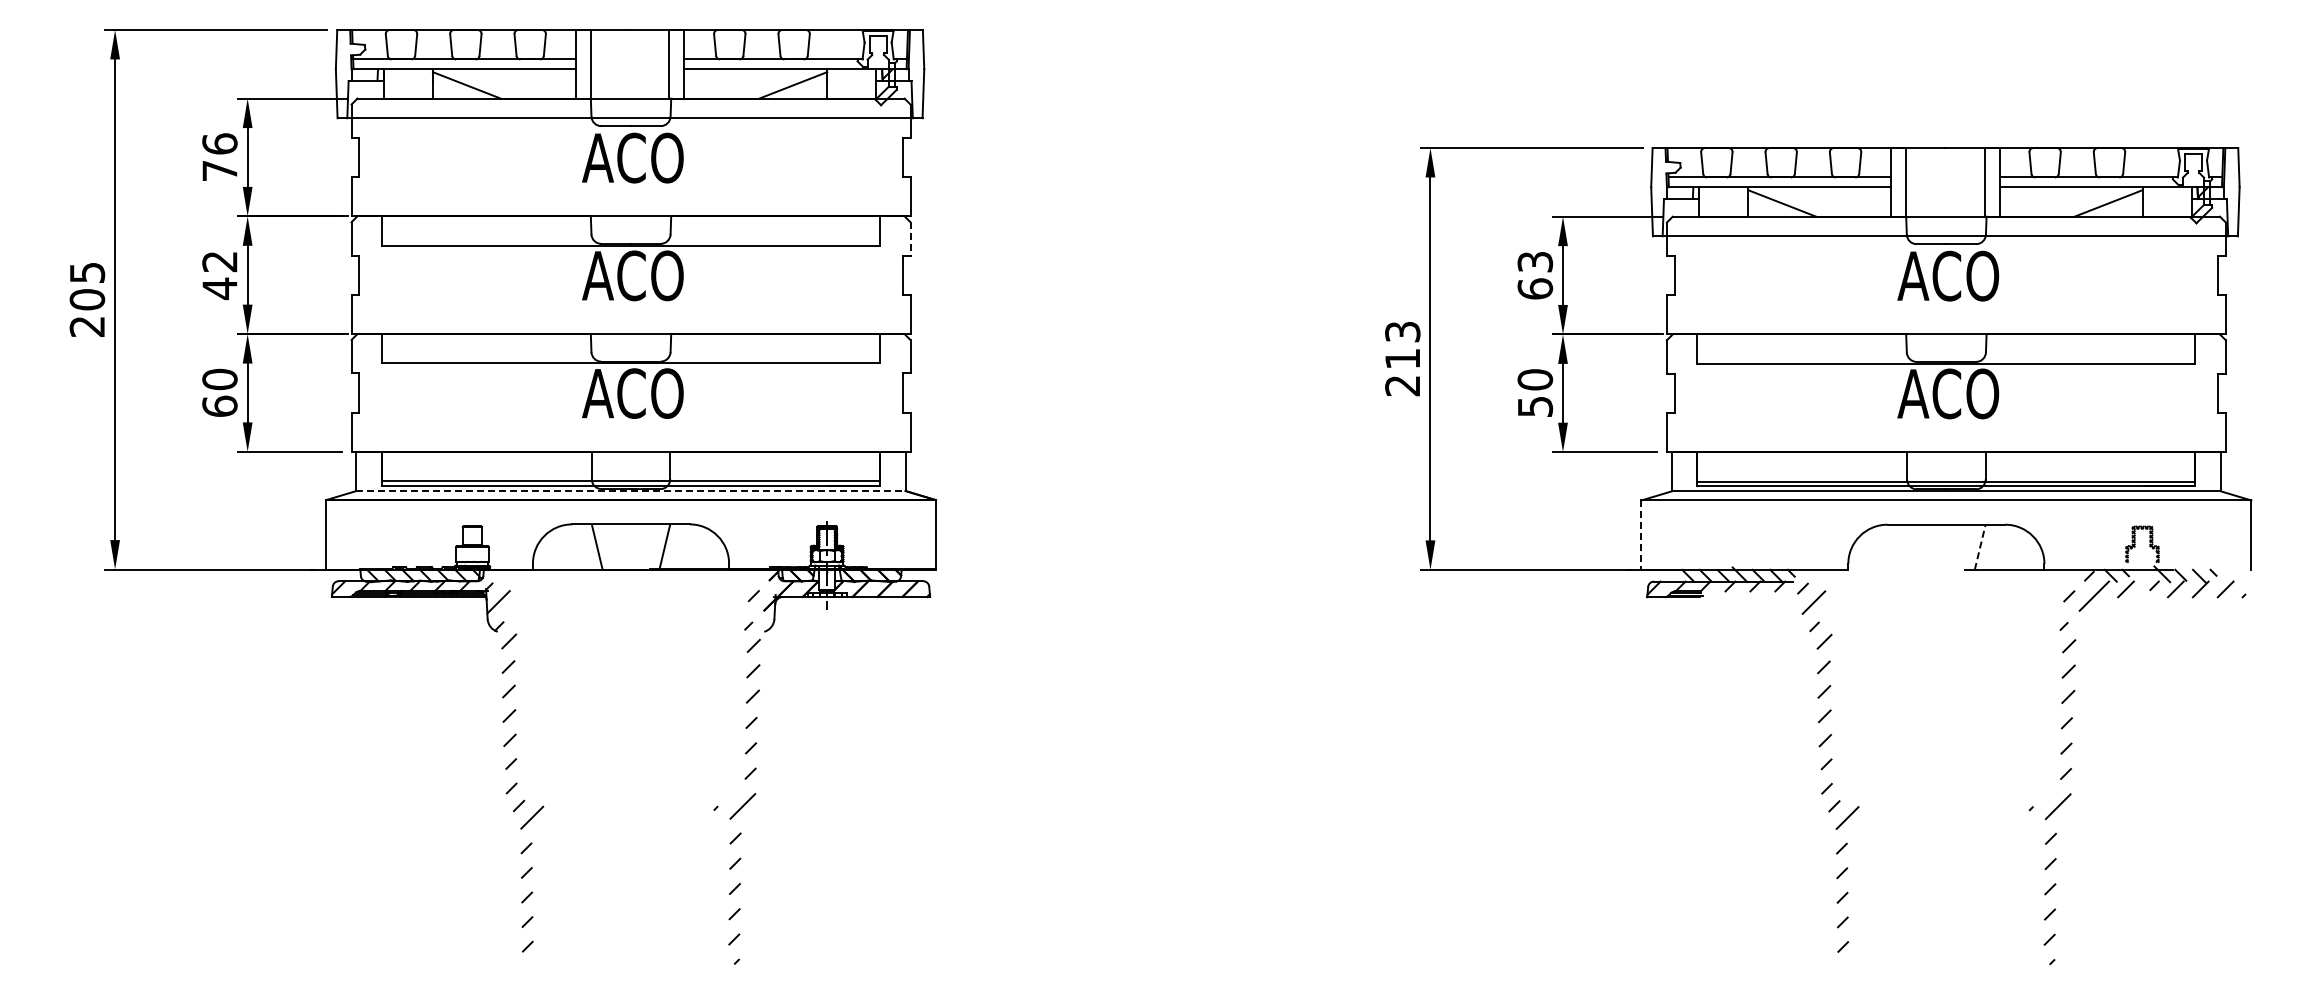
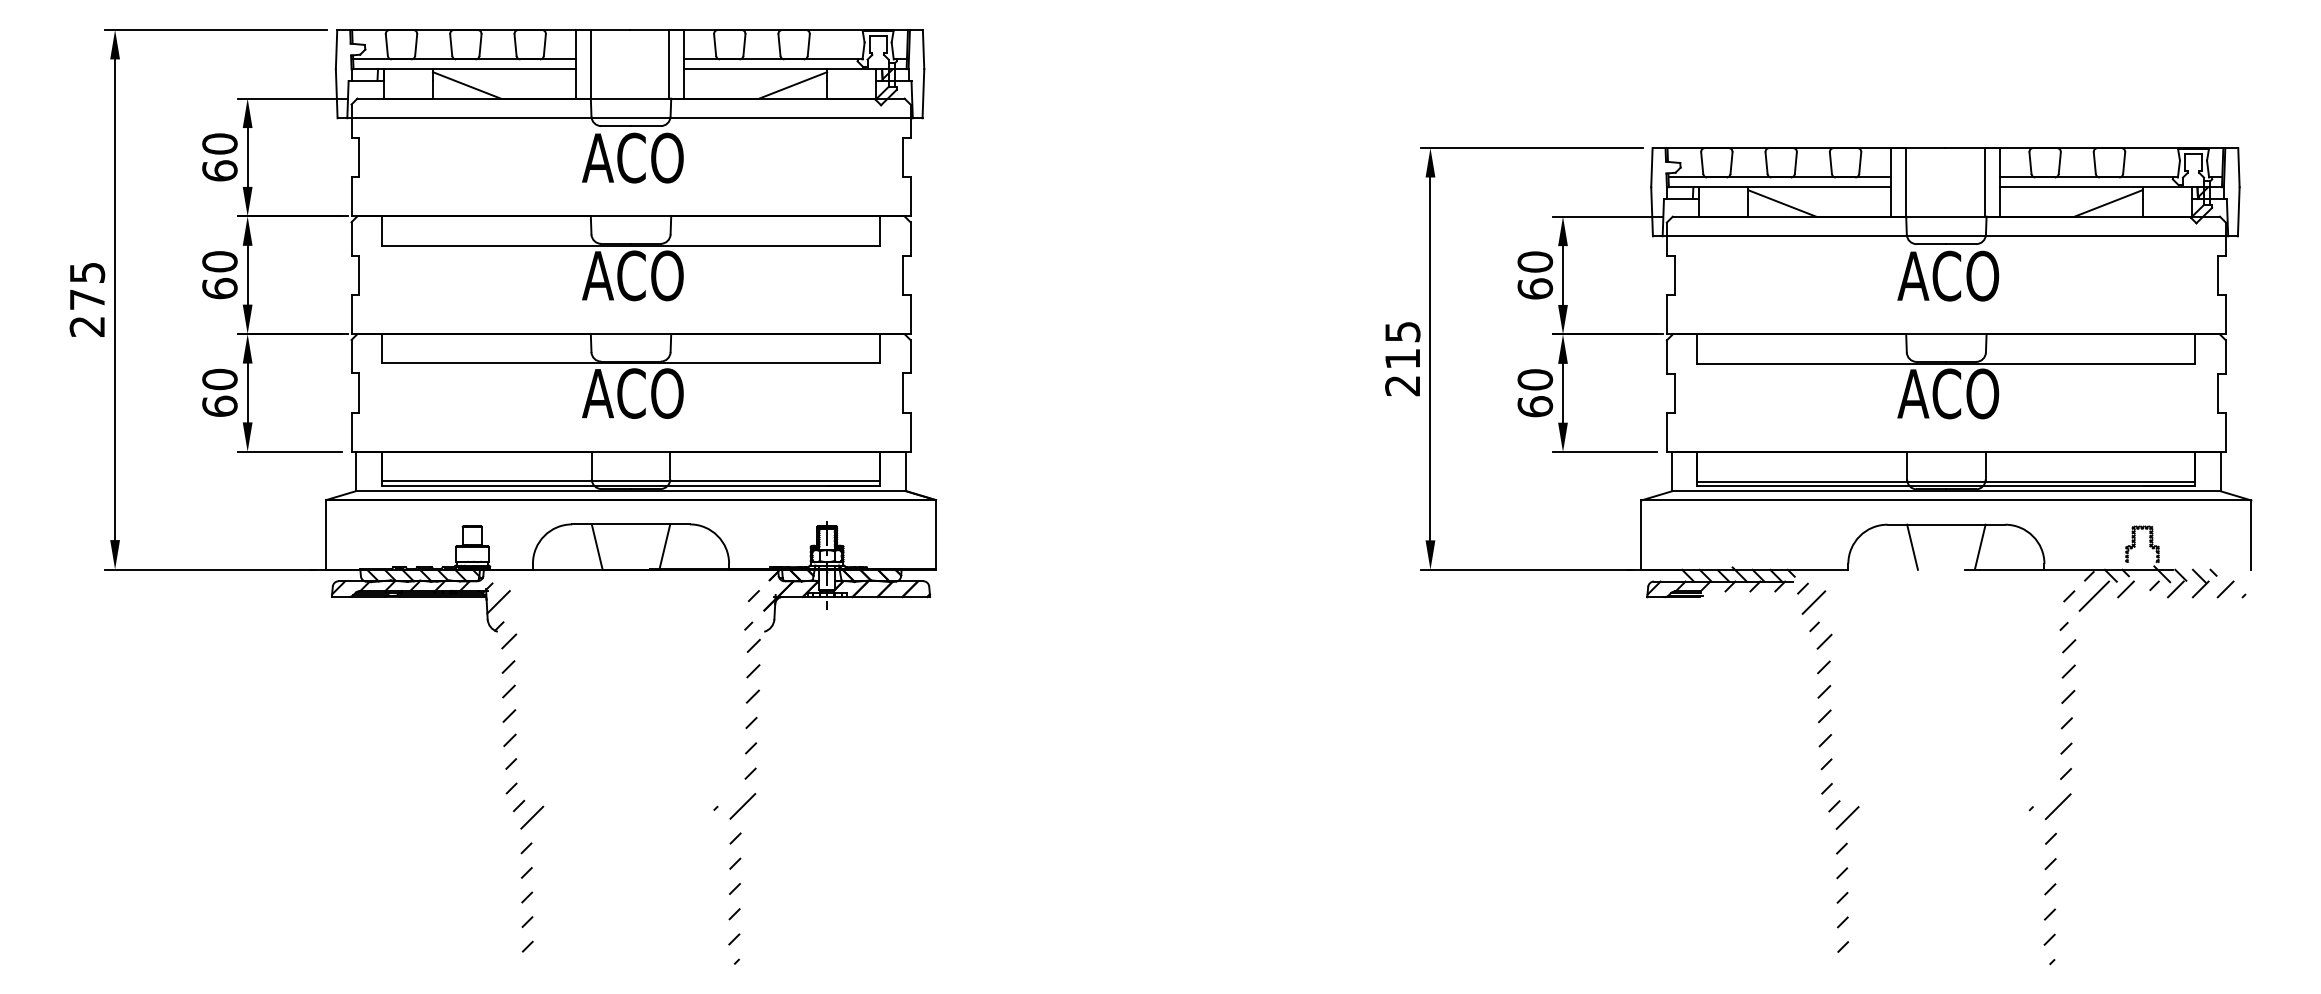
text at (219, 157): 76 -> 60
line at (910, 238): dashed -> solid
text at (1535, 261): 63 -> 60
text at (219, 275): 42 -> 60
text at (87, 299): 205 -> 275
text at (1402, 331): 213 -> 215
text at (1535, 406): 50 -> 60
line at (631, 491): dashed -> solid
line at (1641, 535): dashed -> solid
line at (1912, 546): none -> present
line at (1980, 546): dashed -> solid
